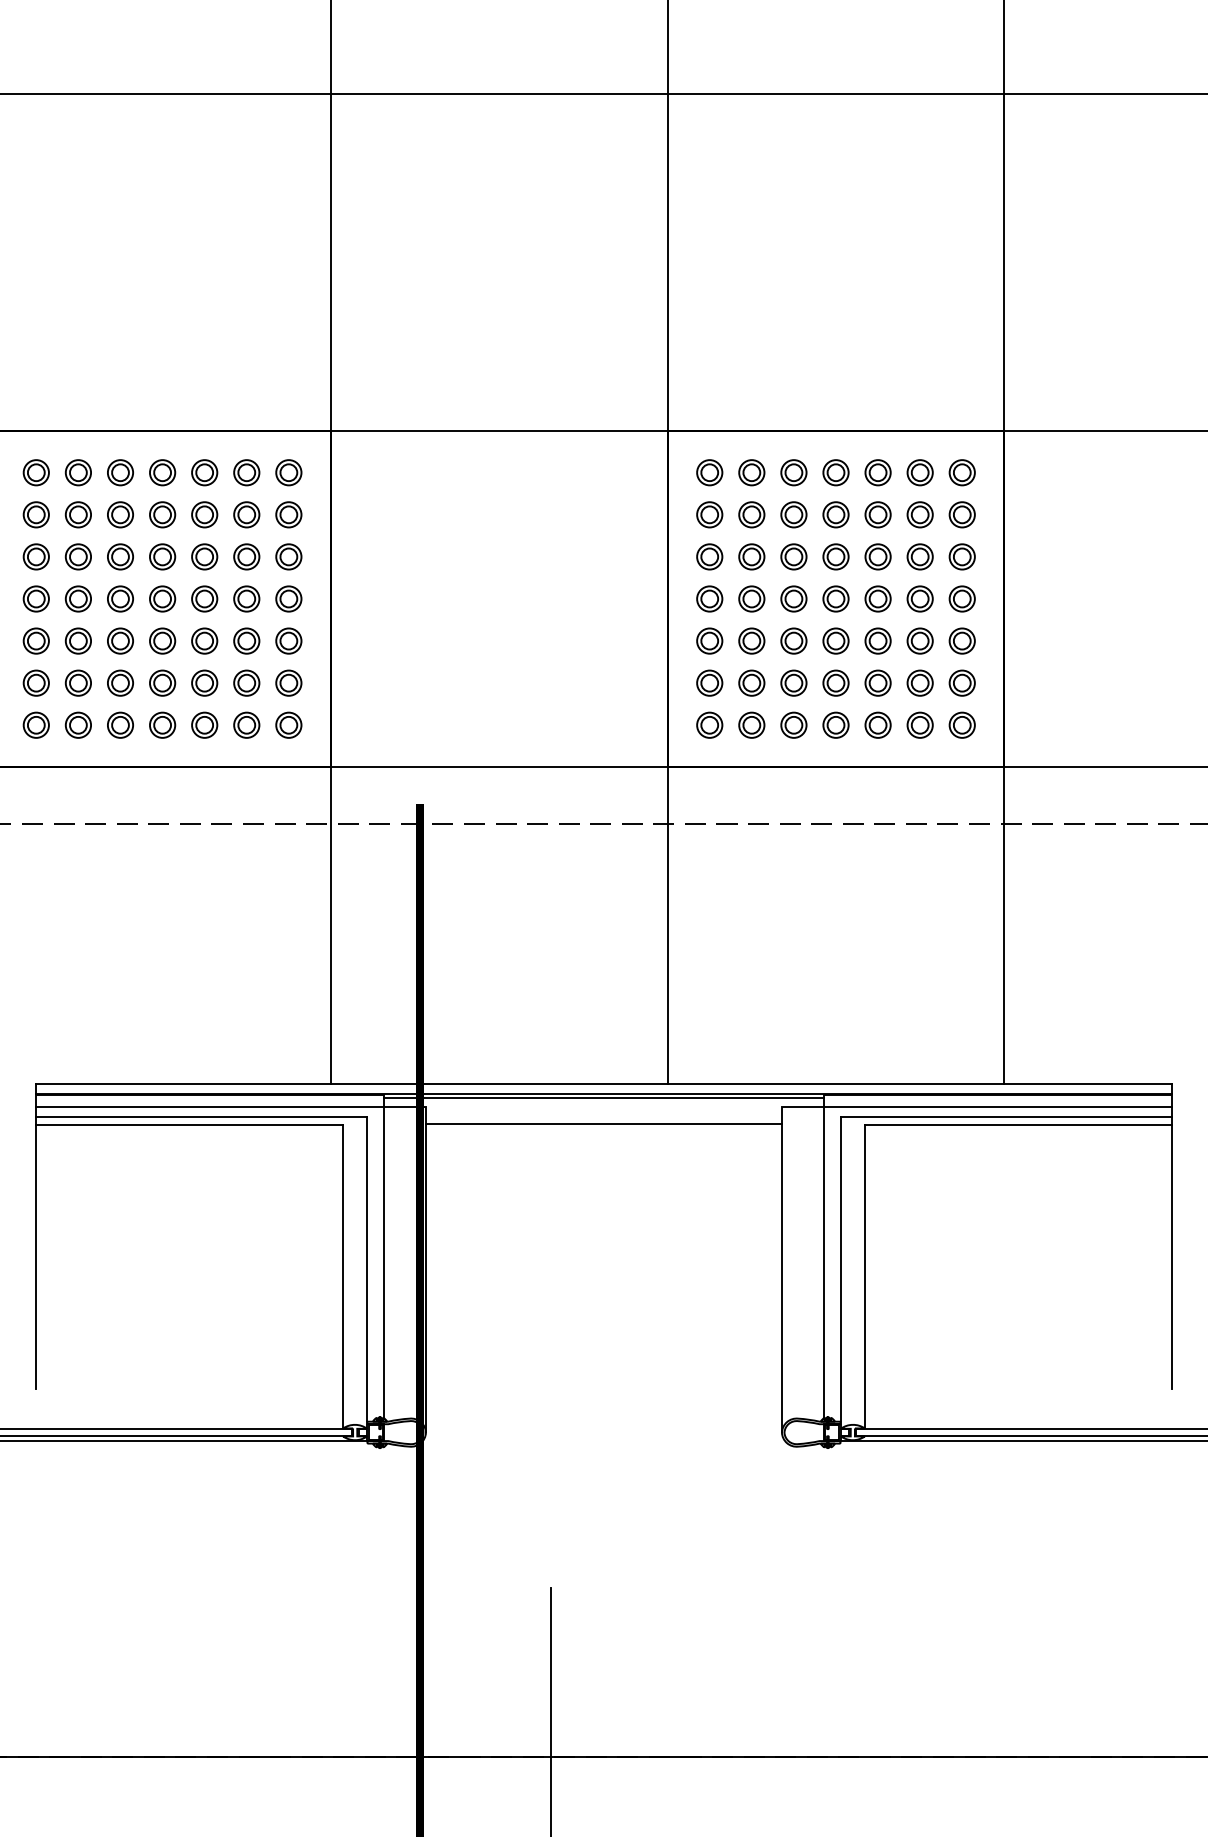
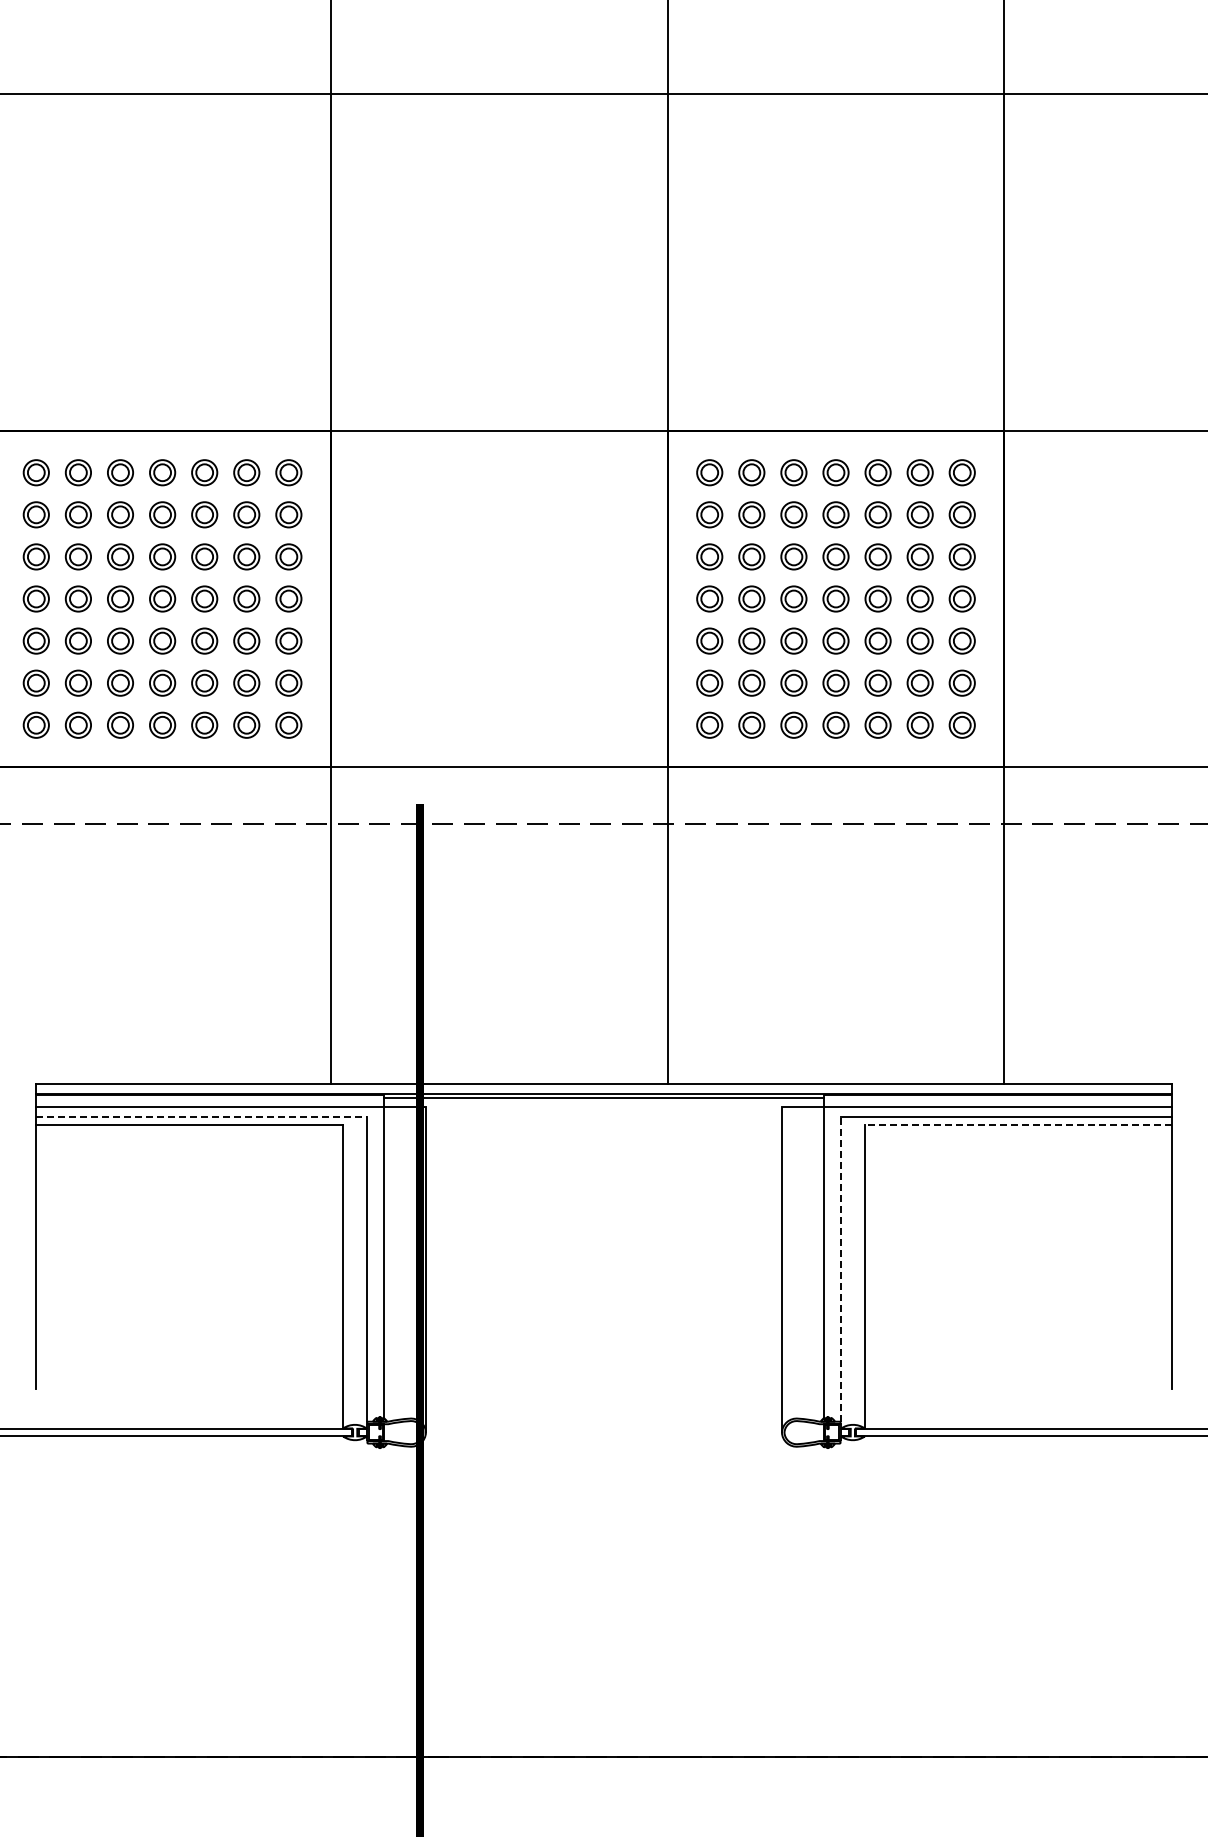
line at (201, 1117): solid -> dashed
line at (603, 1123): present -> none
line at (1017, 1124): solid -> dashed
line at (840, 1269): solid -> dashed
line at (184, 1441): present -> none
line at (1022, 1441): present -> none
line at (551, 1710): present -> none
